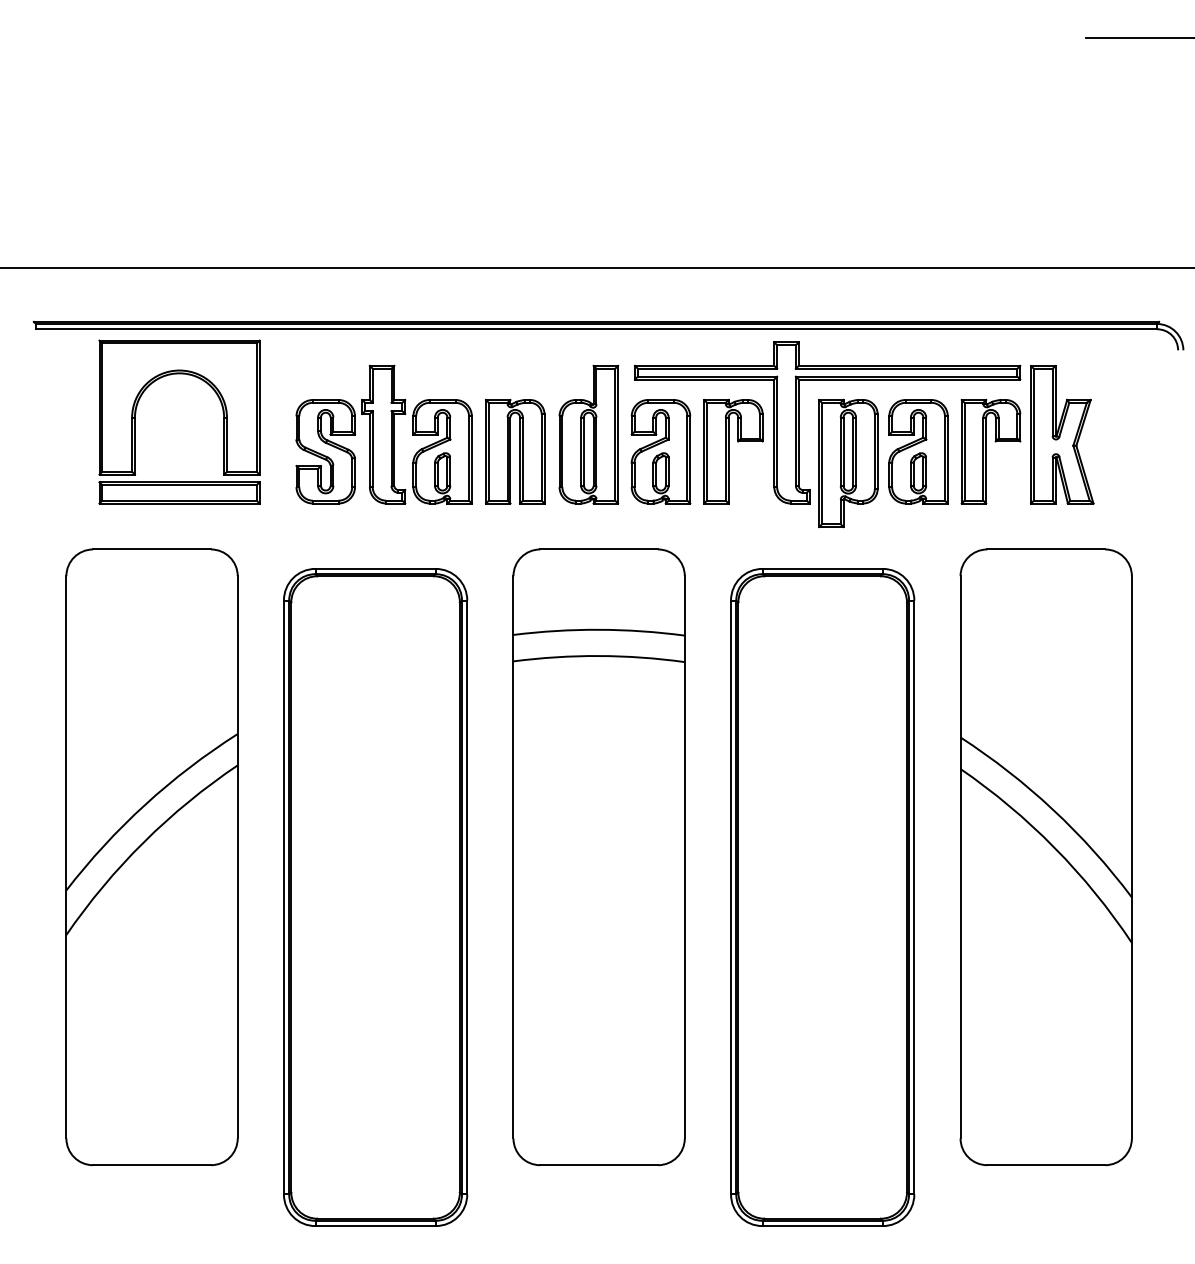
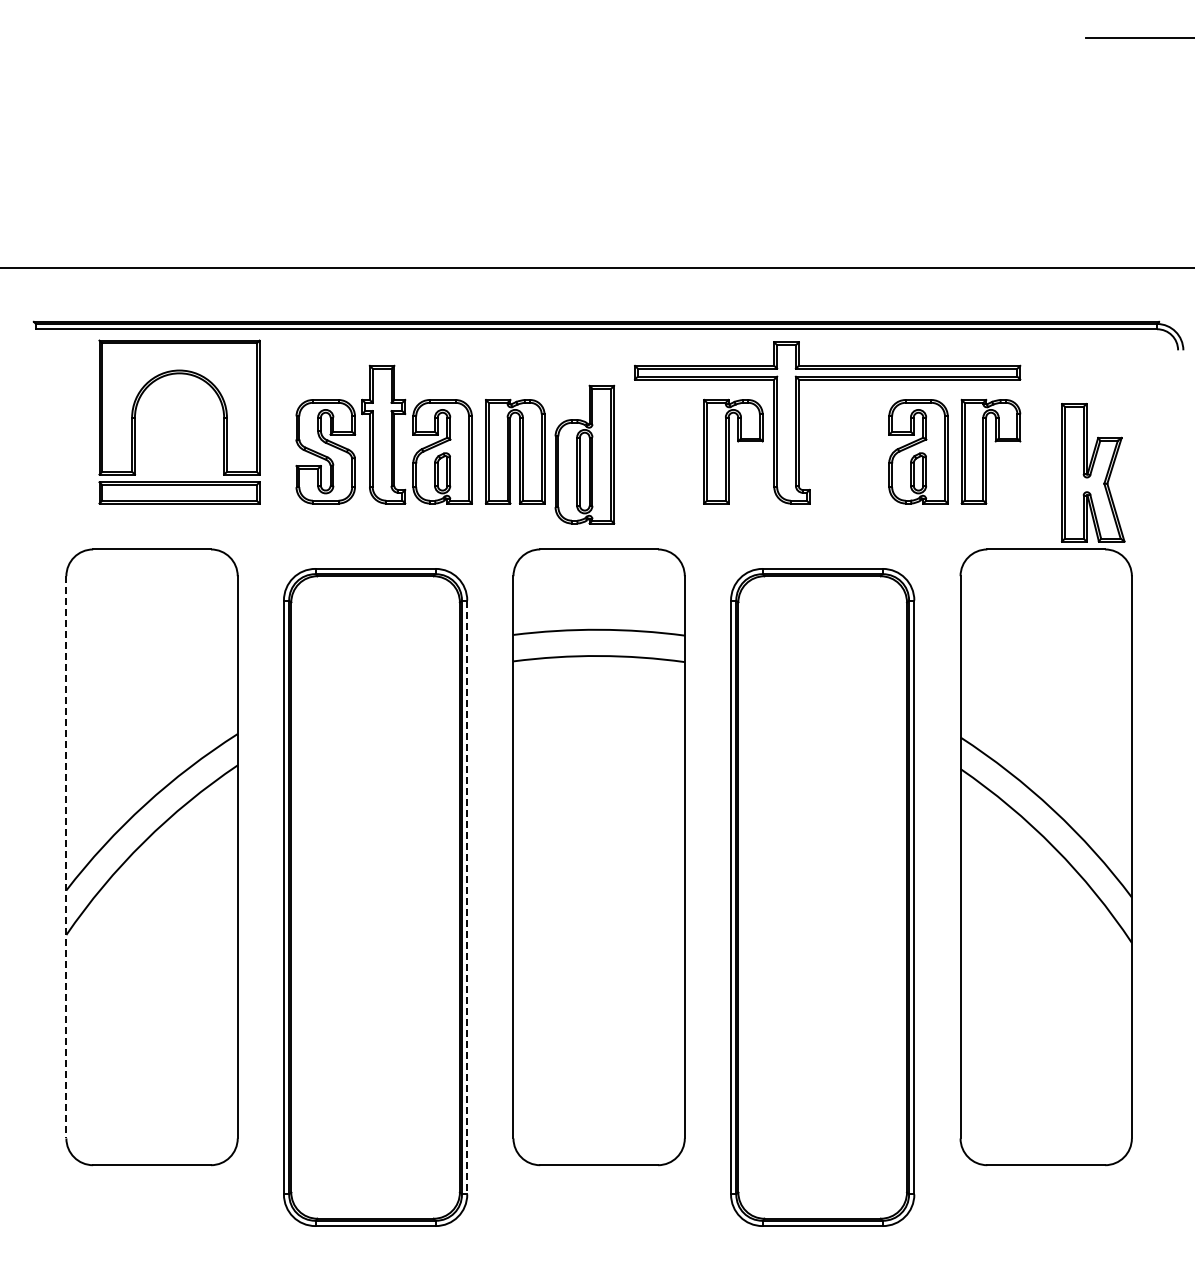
part at (588, 434) position: (588, 434) -> (584, 454)
part at (1062, 434) position: (1062, 434) -> (1093, 472)
part at (660, 451): present -> none
part at (848, 463): present -> none
line at (66, 857): solid -> dashed
line at (467, 897): solid -> dashed
